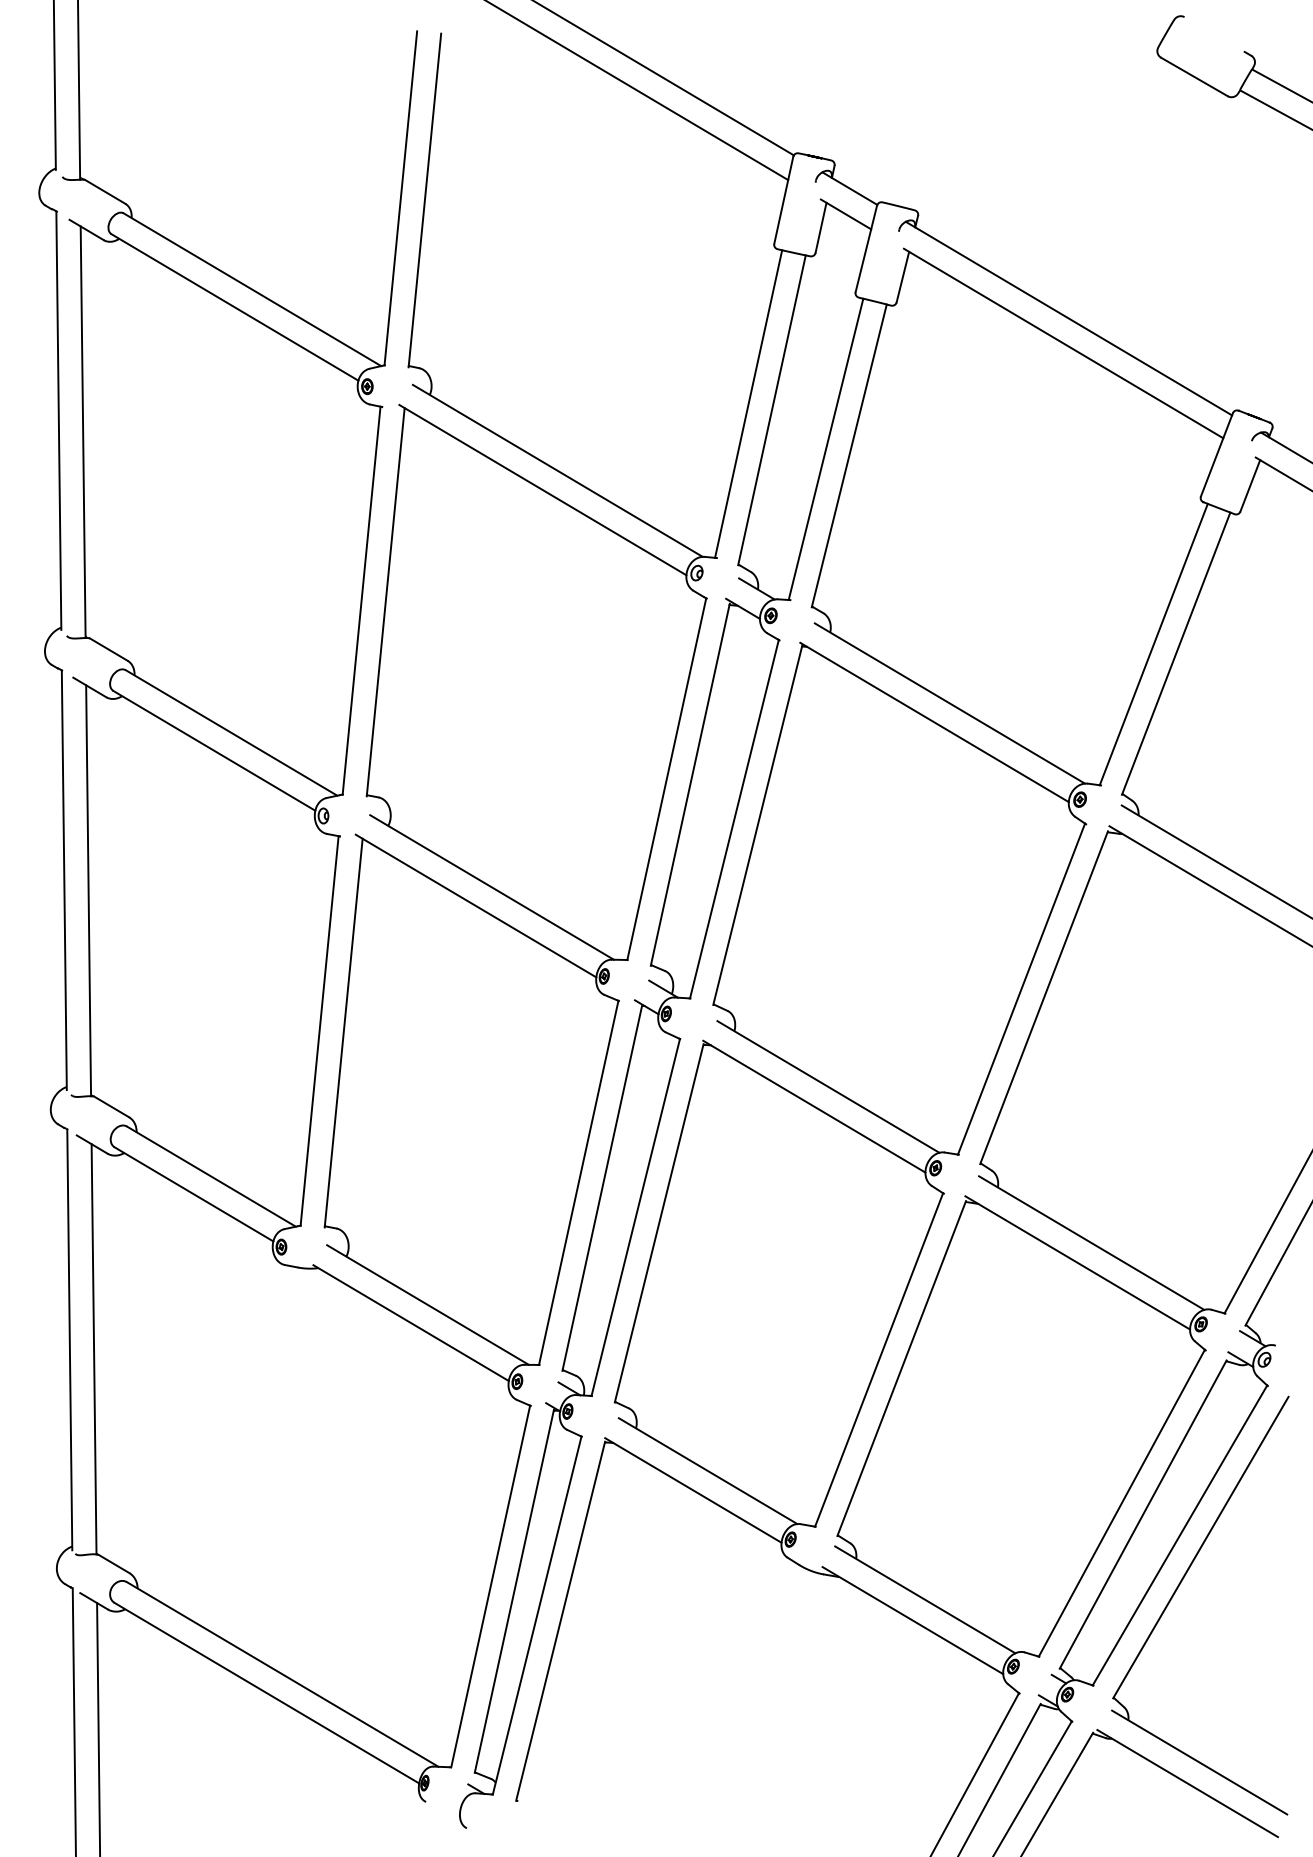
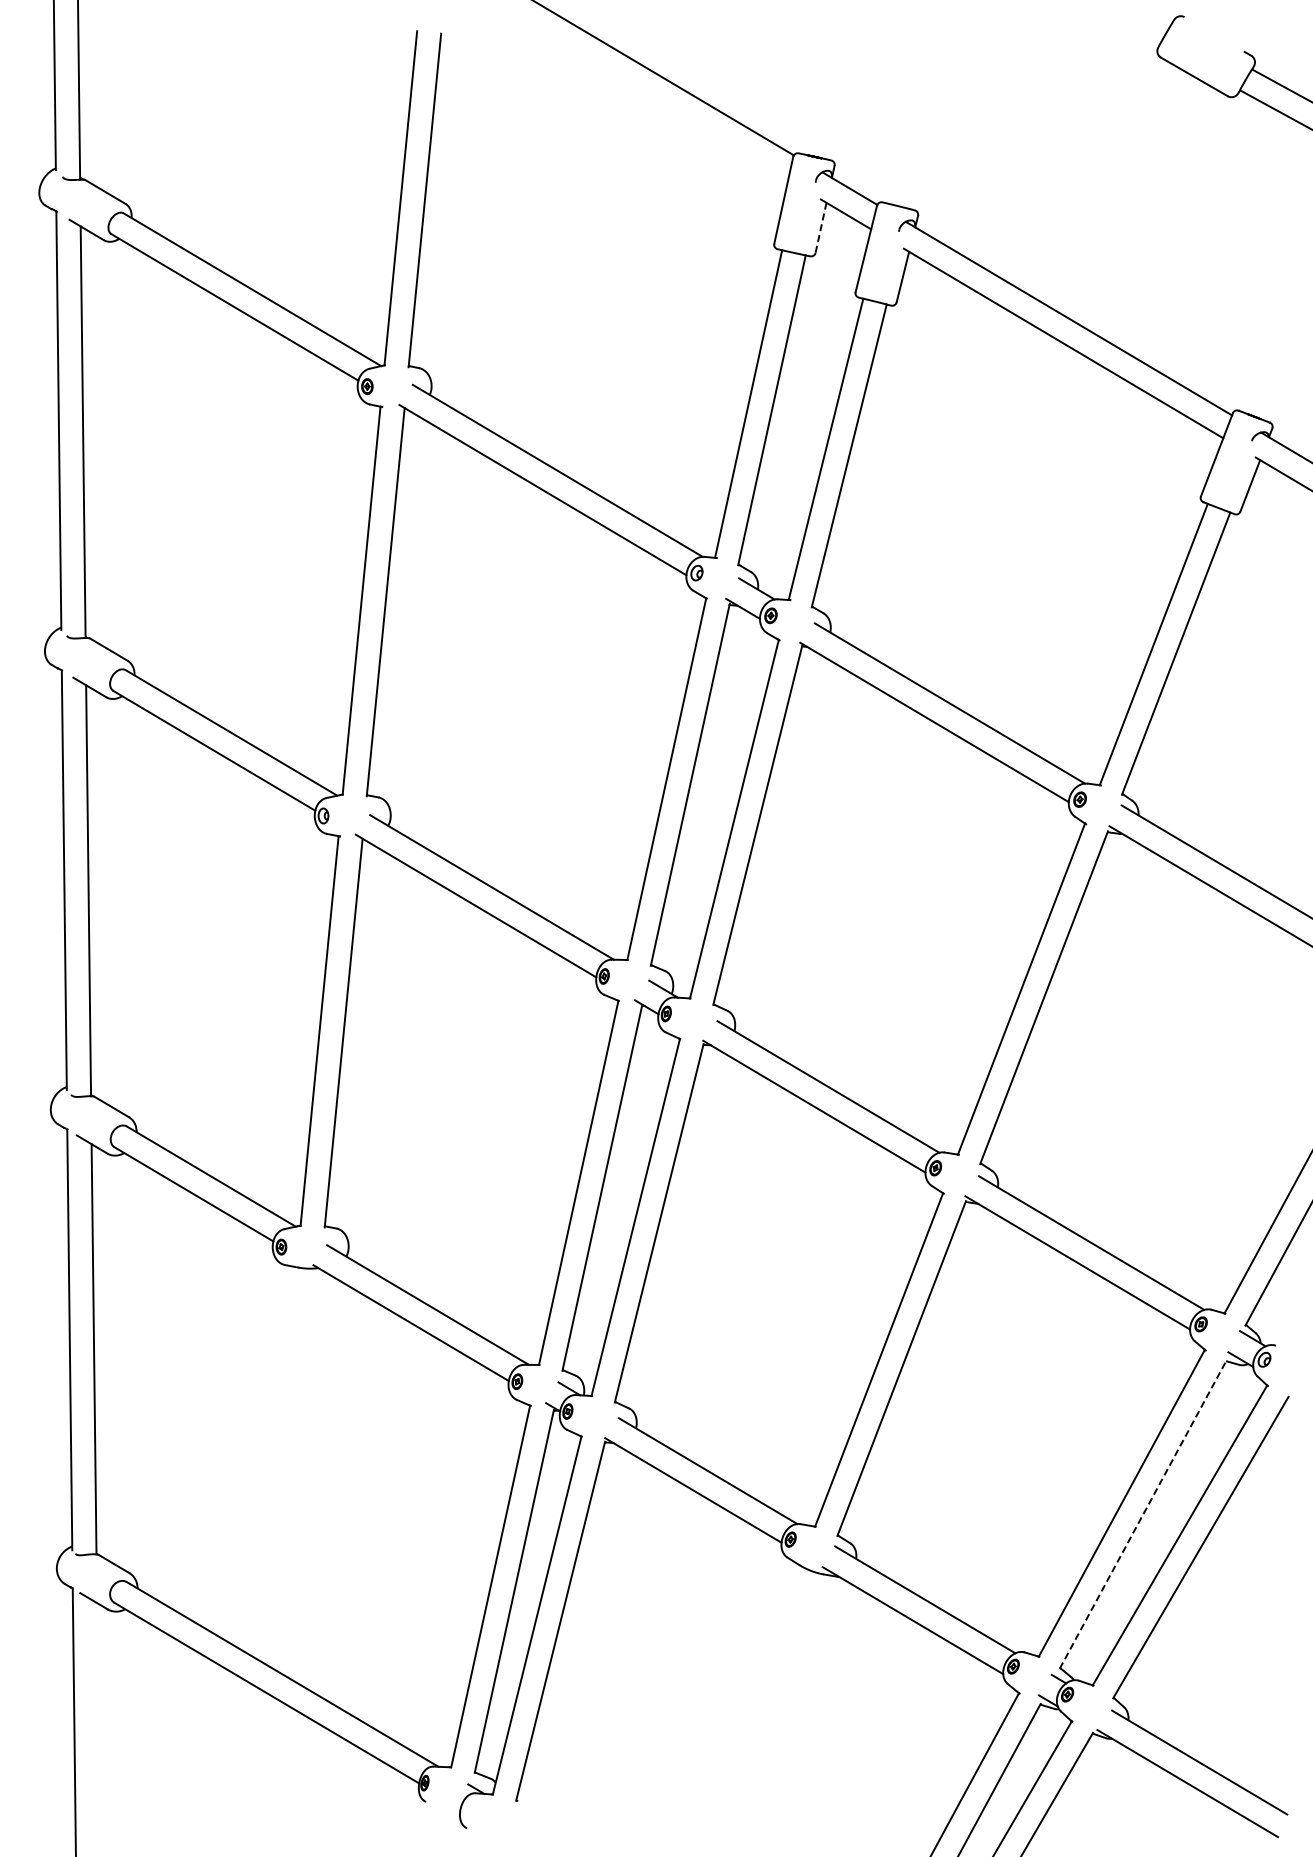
line at (638, 91): present -> none
line at (821, 227): solid -> dashed
line at (1143, 1514): solid -> dashed
line at (98, 1728): present -> none
